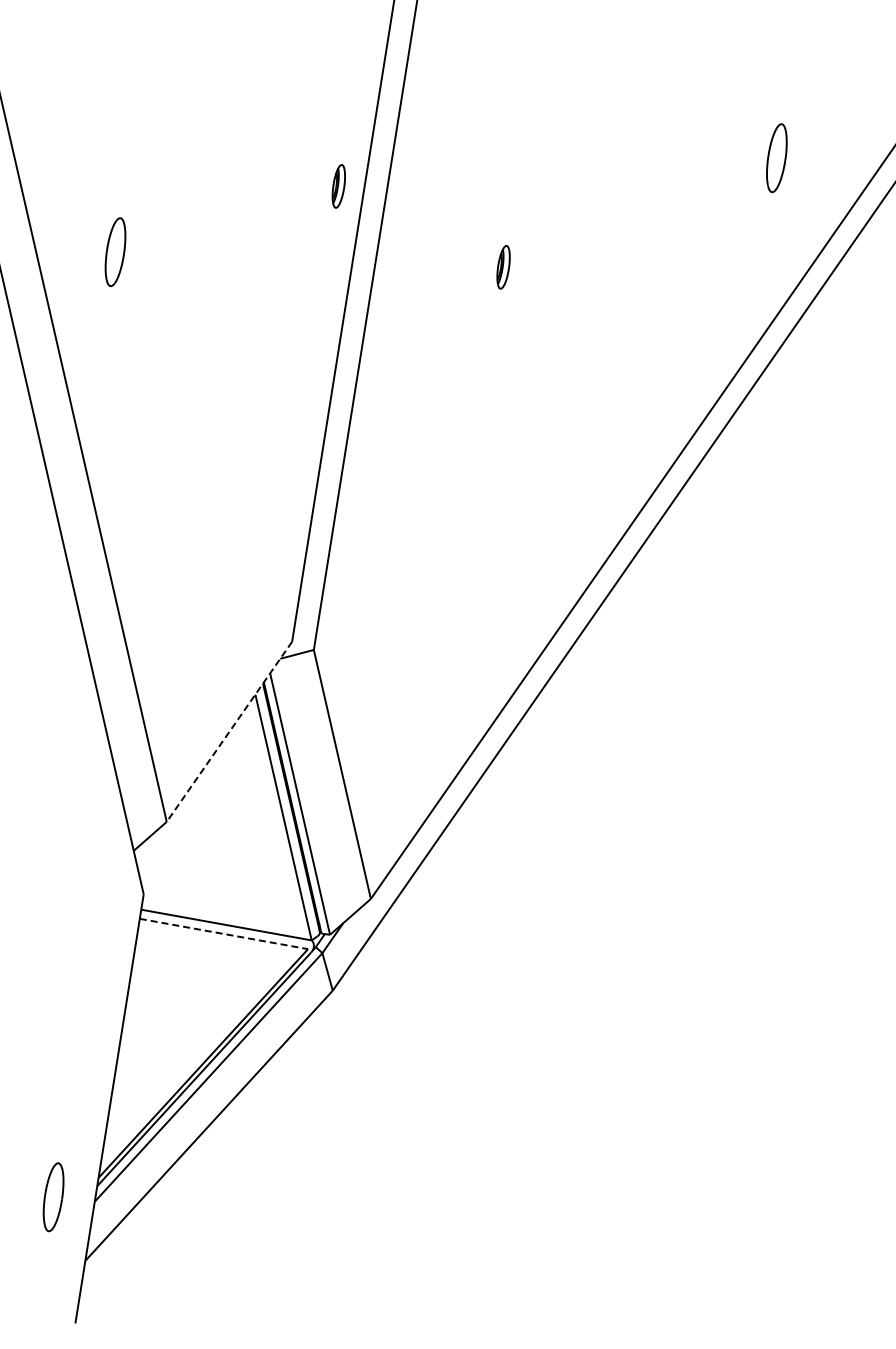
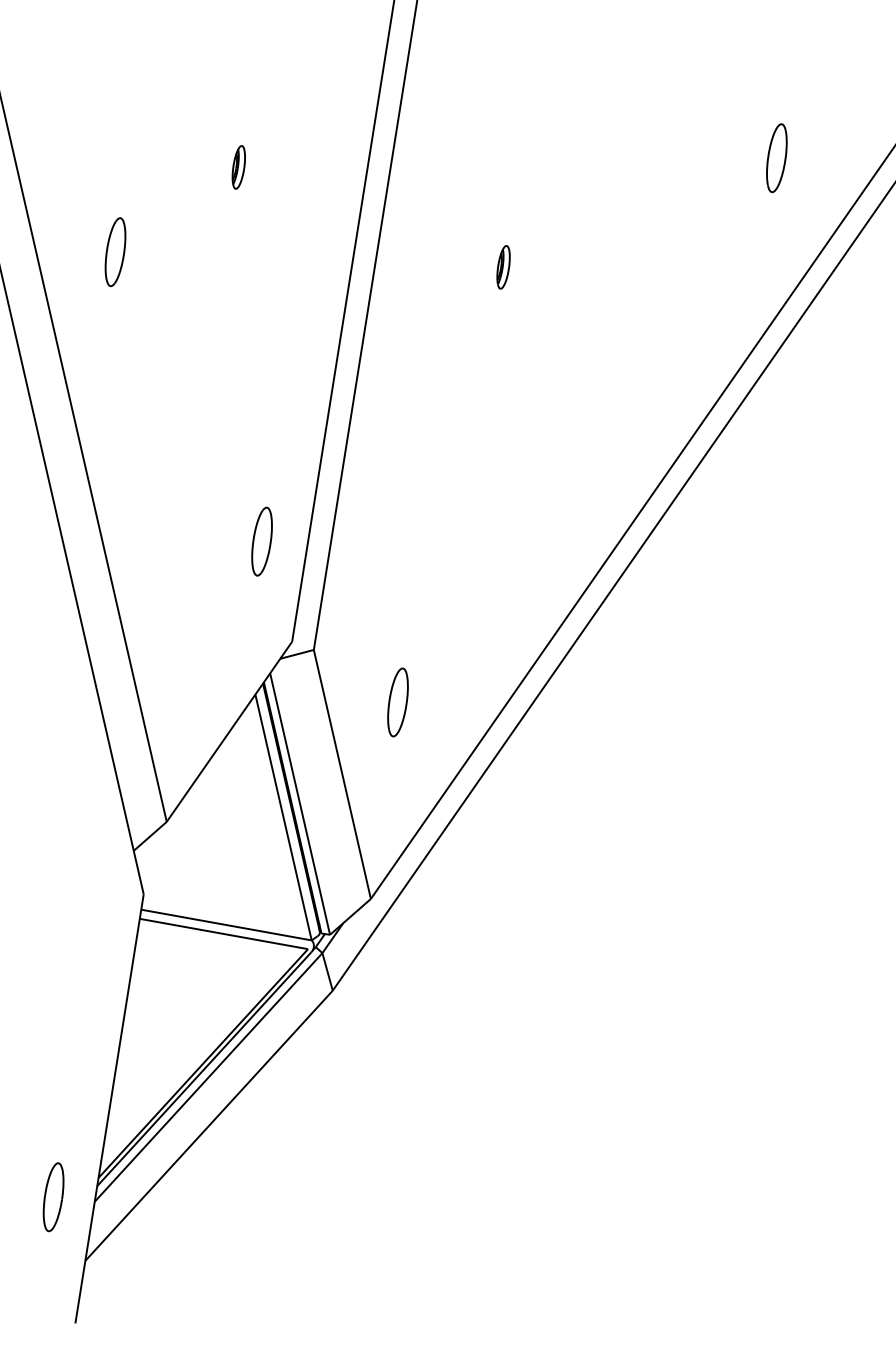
part at (338, 186) position: (338, 186) -> (238, 167)
part at (261, 541): none -> present
part at (397, 702): none -> present
line at (229, 731): dashed -> solid
line at (224, 934): dashed -> solid
